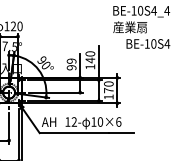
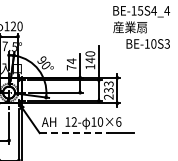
text at (140, 10): BE-10S4_4 -> BE-15S4_4
text at (167, 43): BE-10S4 -> BE-10S3
text at (71, 64): 99 -> 74
text at (108, 90): 170 -> 233
line at (74, 133): solid -> dashed
